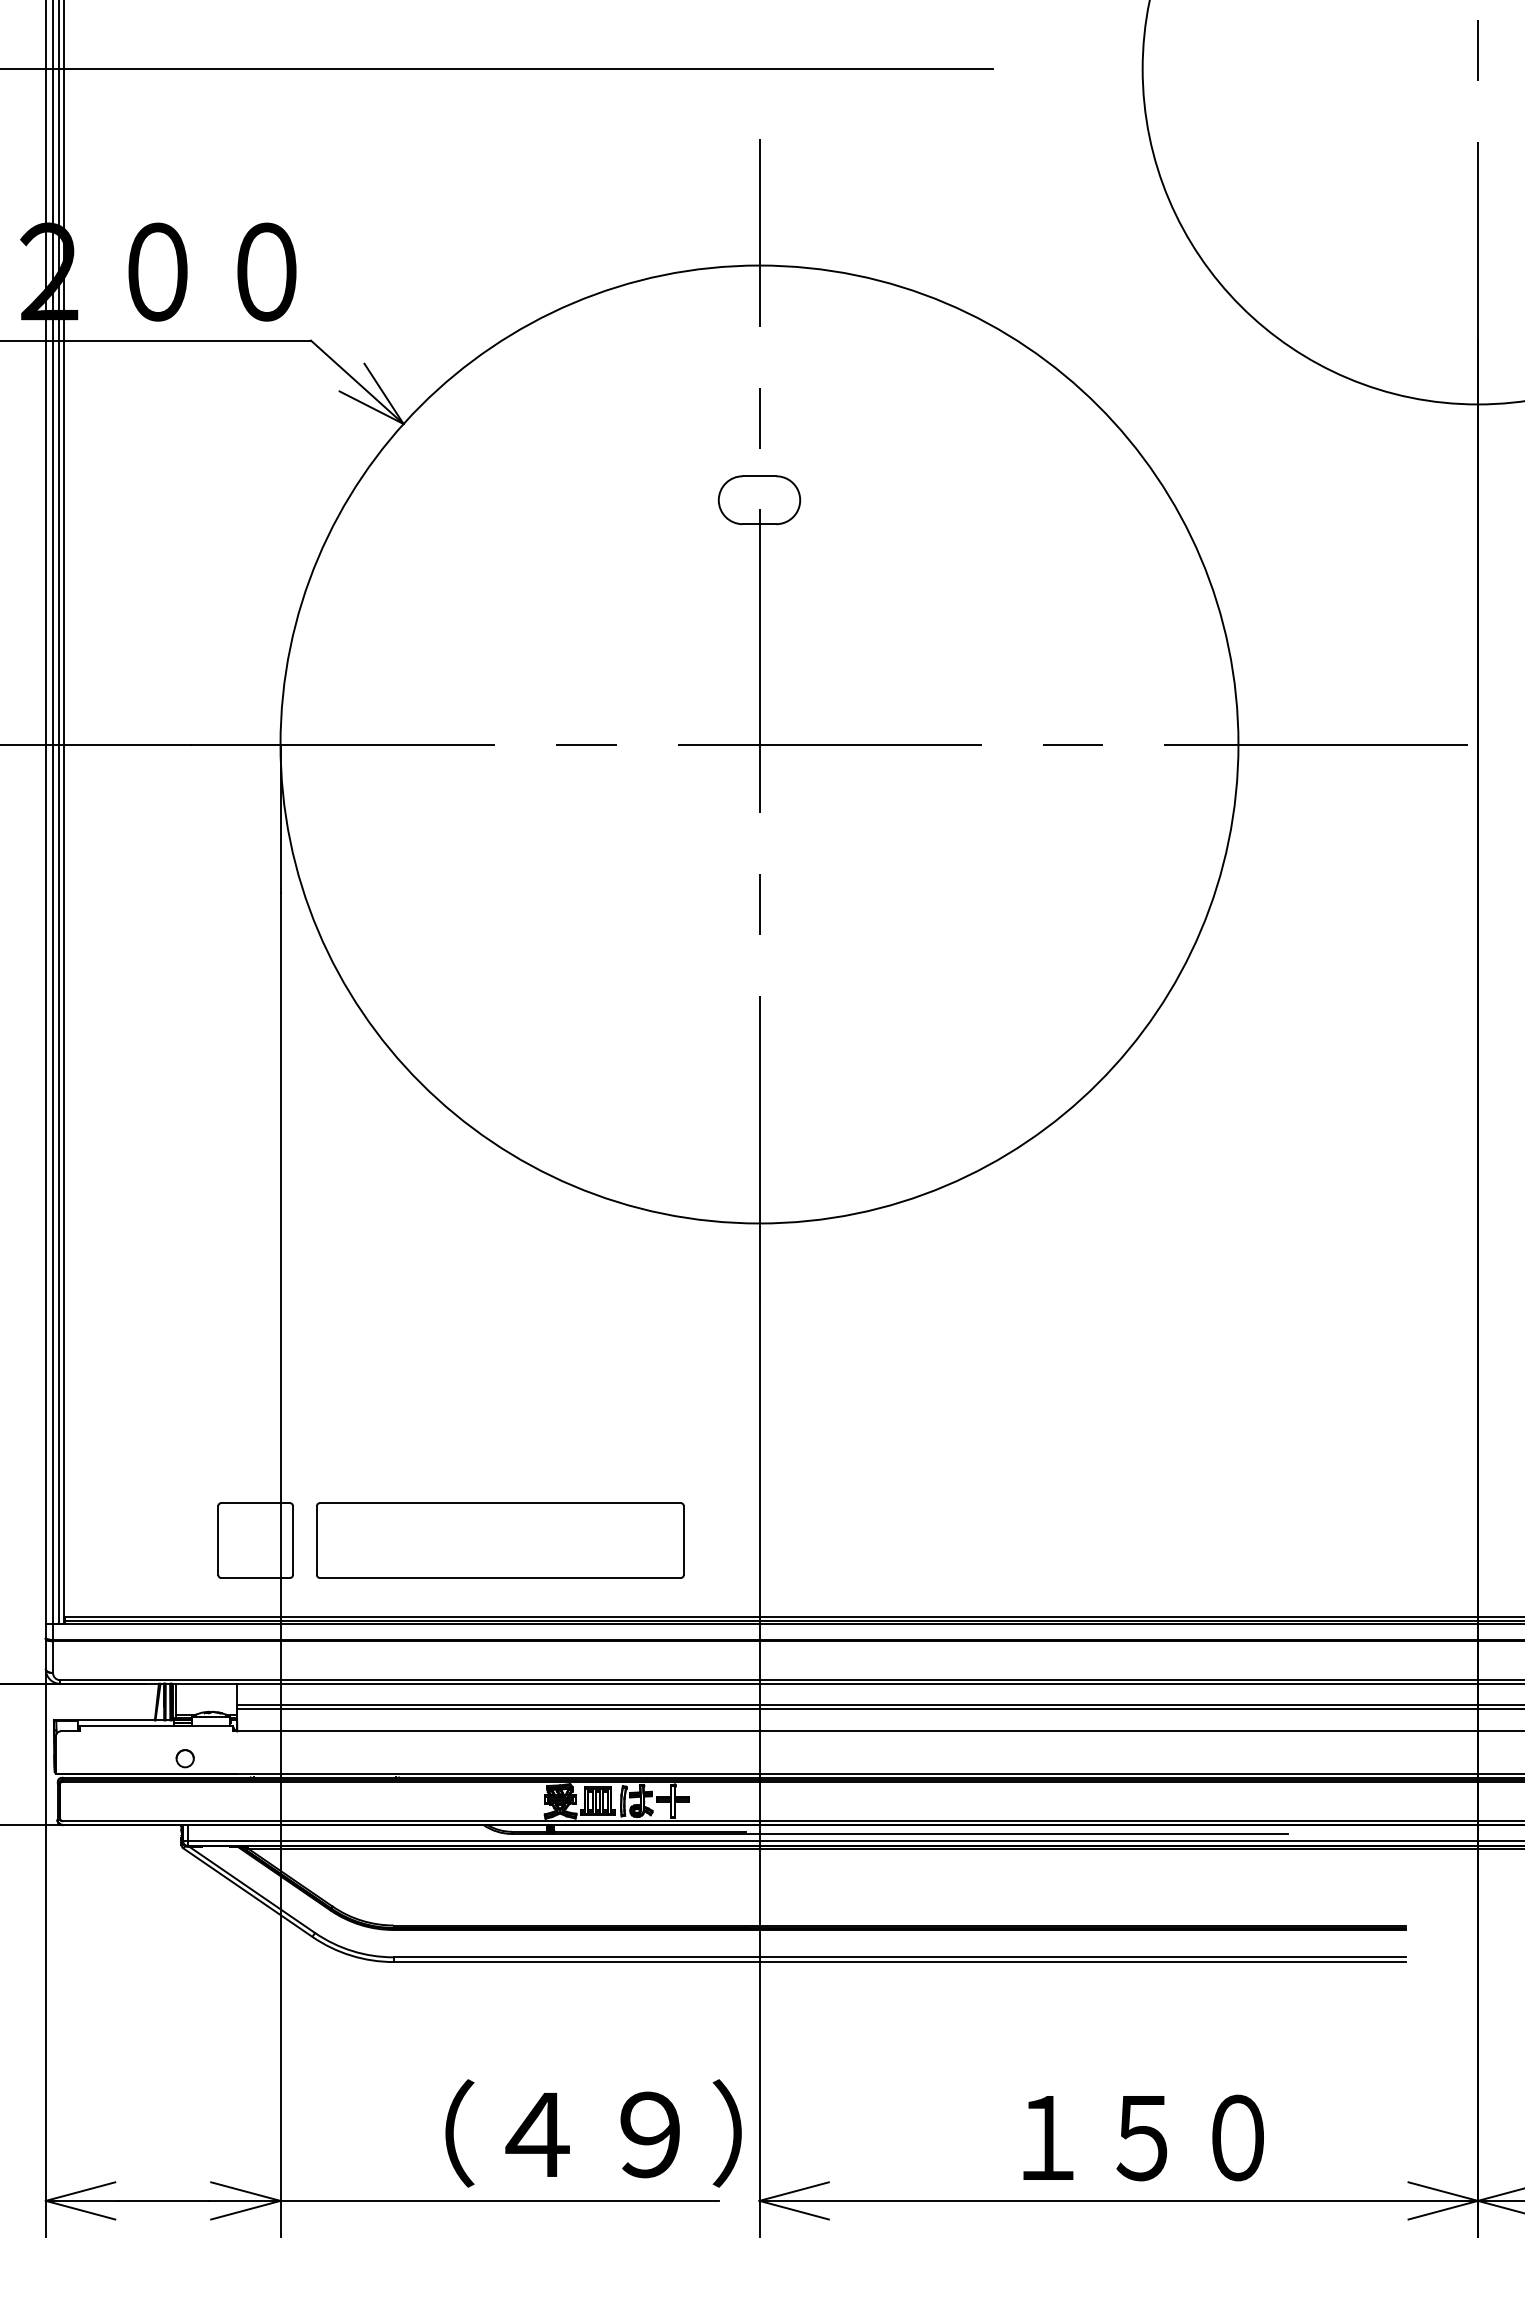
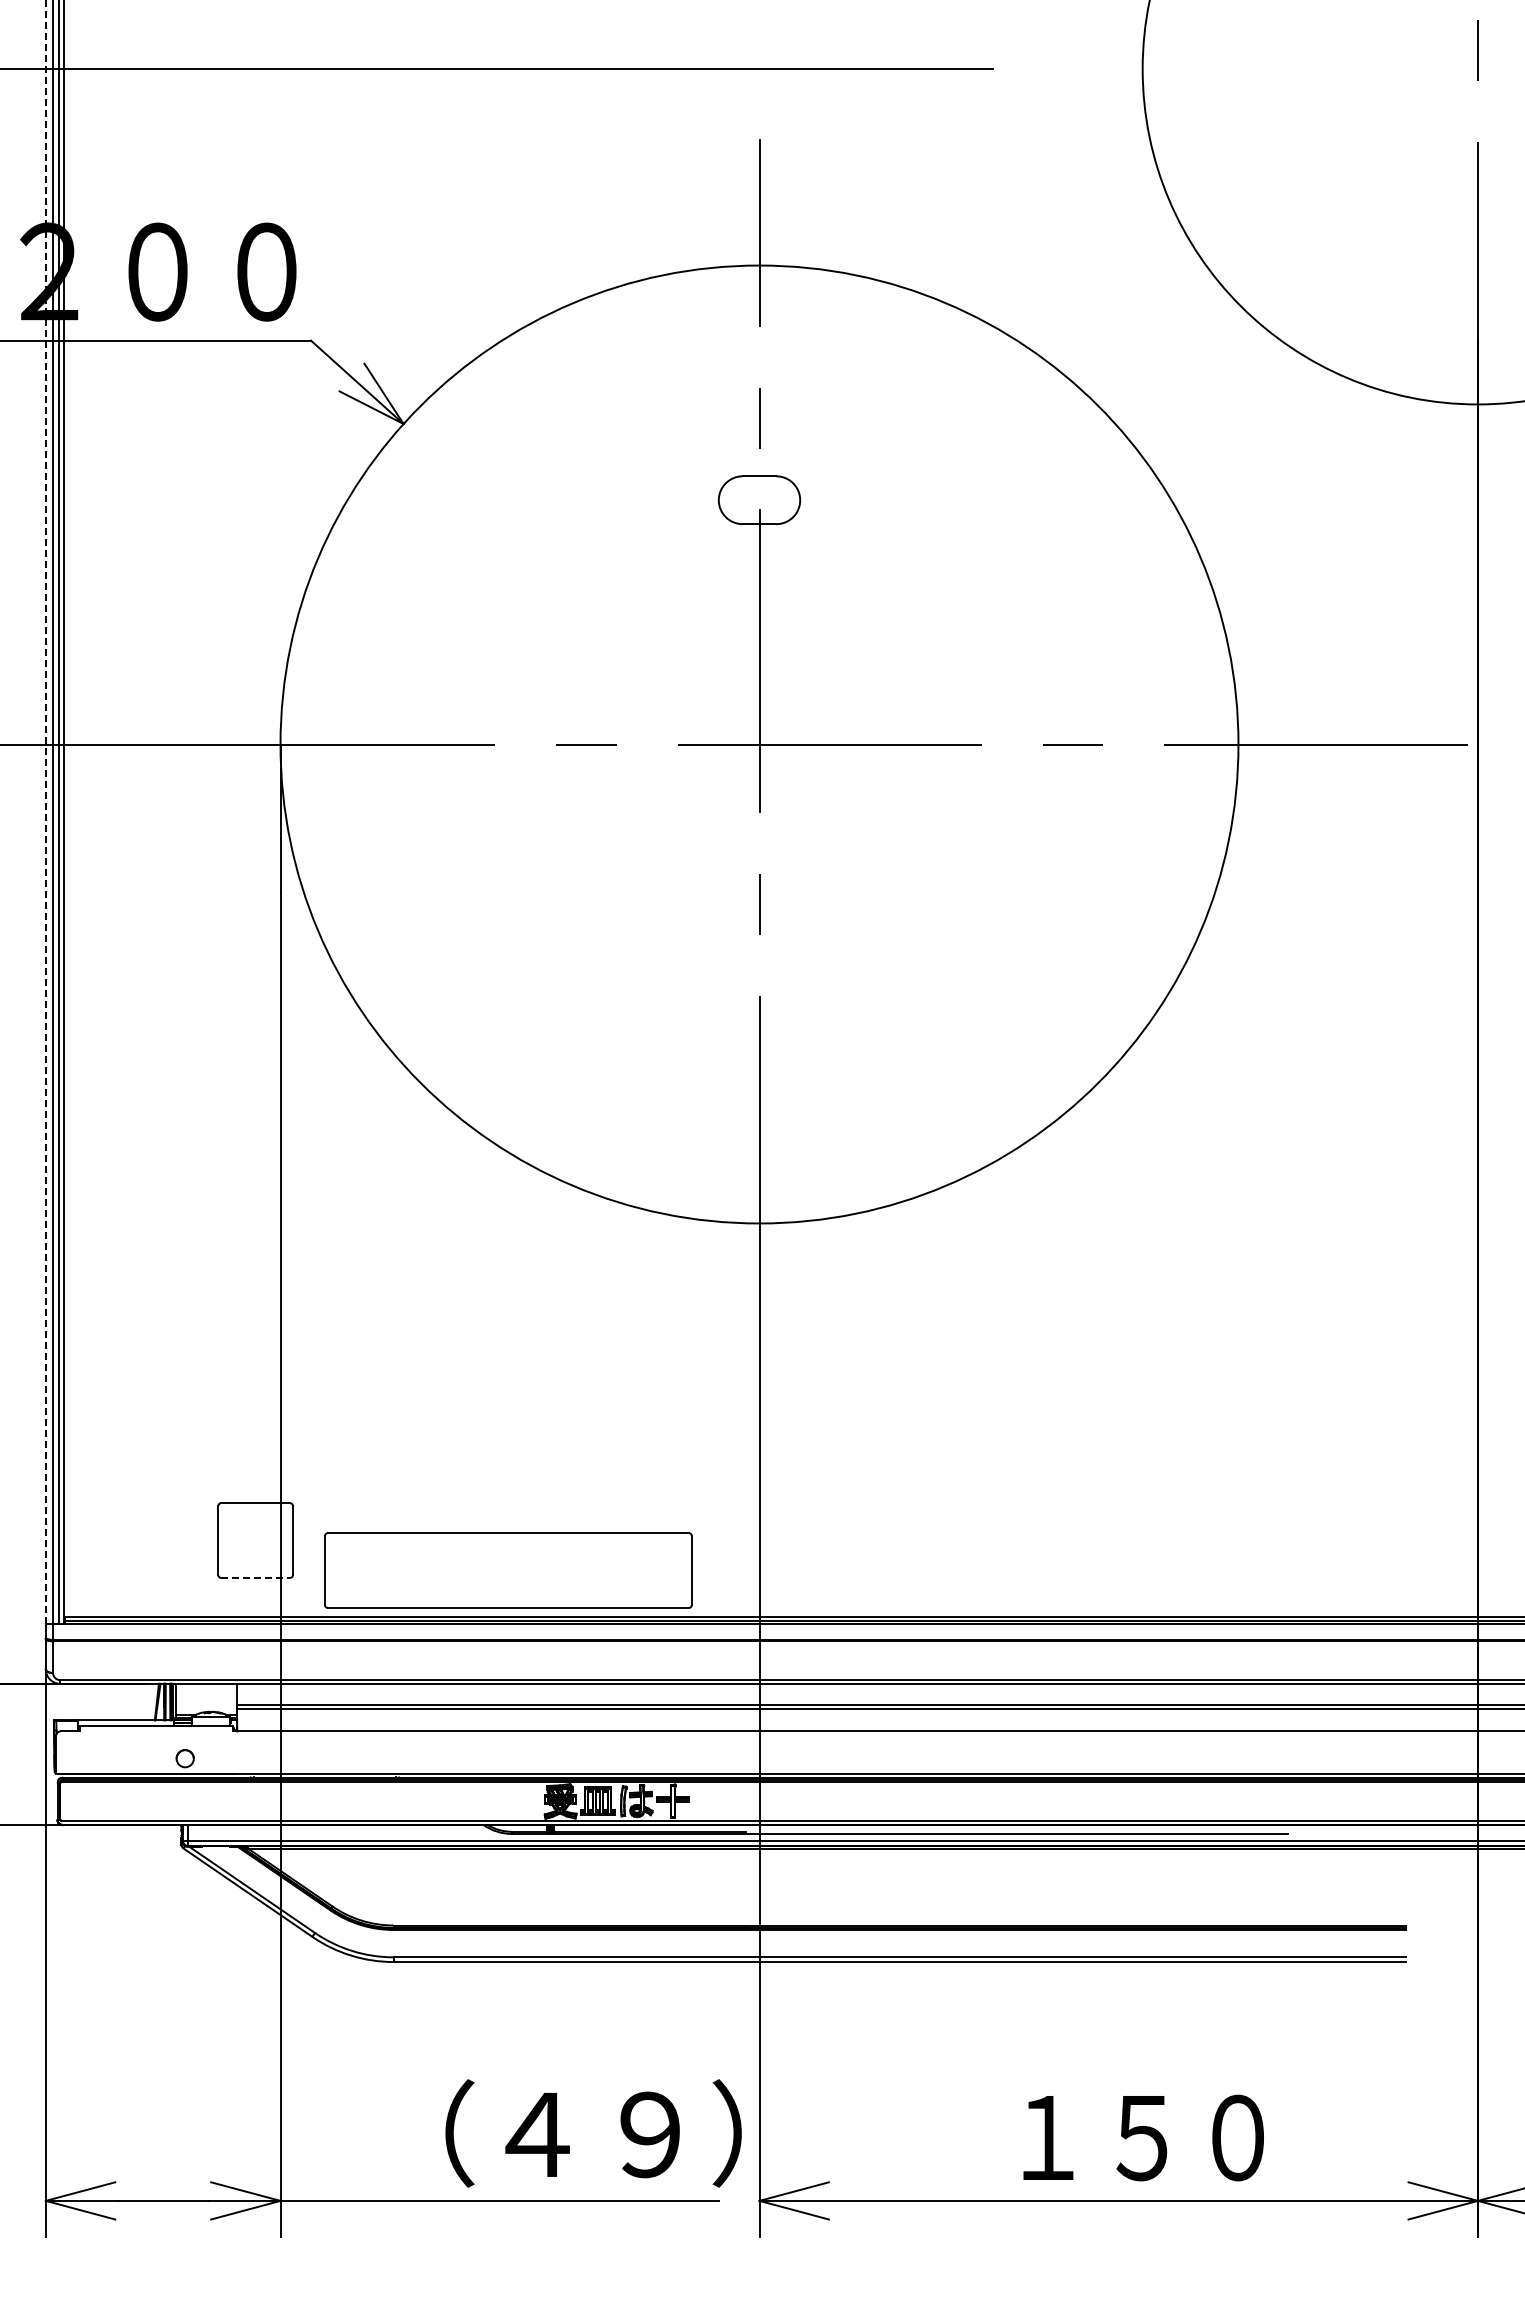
line at (45, 812): solid -> dashed
part at (500, 1540) position: (500, 1540) -> (508, 1570)
line at (256, 1577): solid -> dashed
